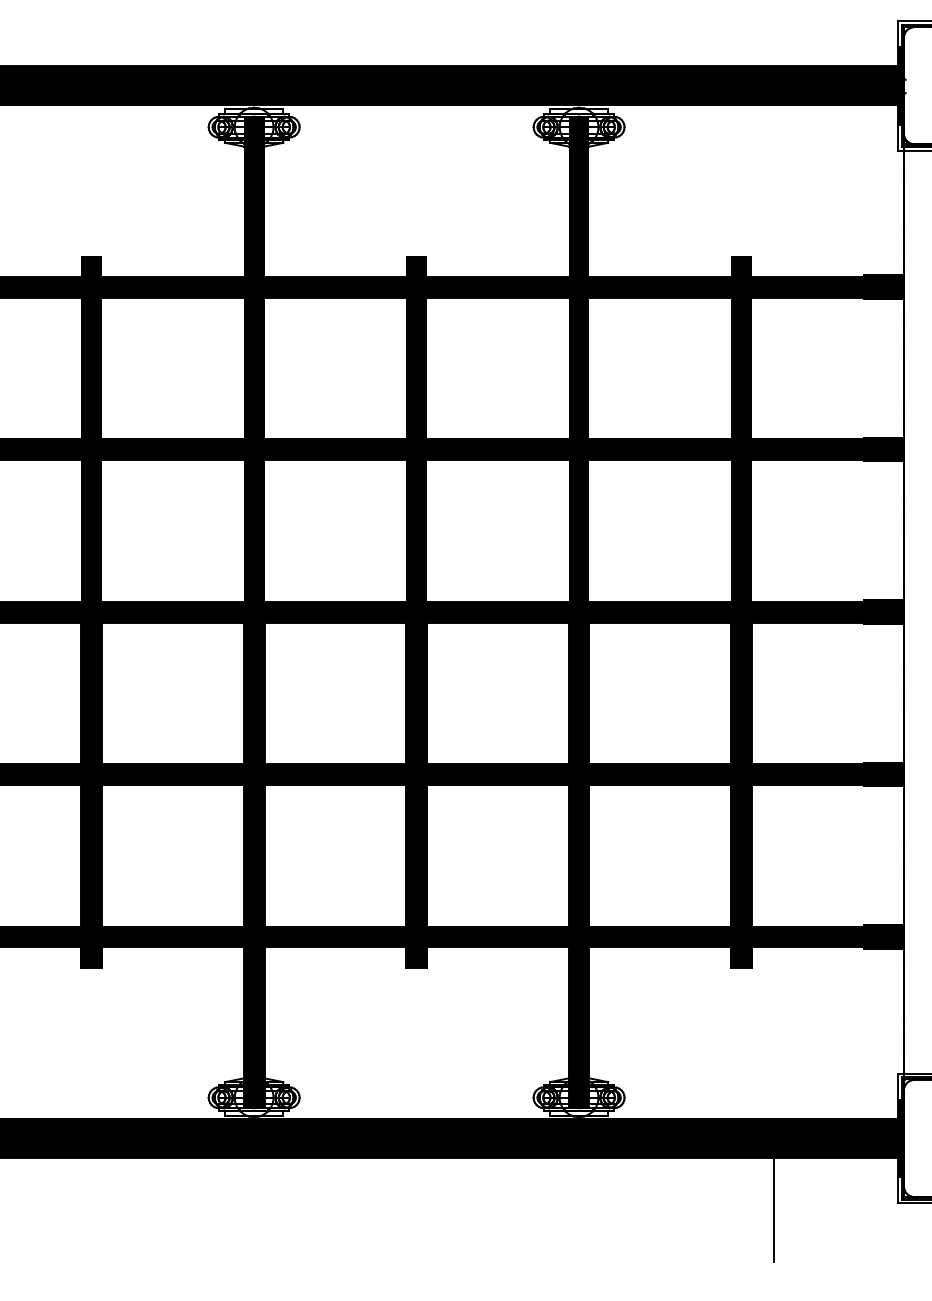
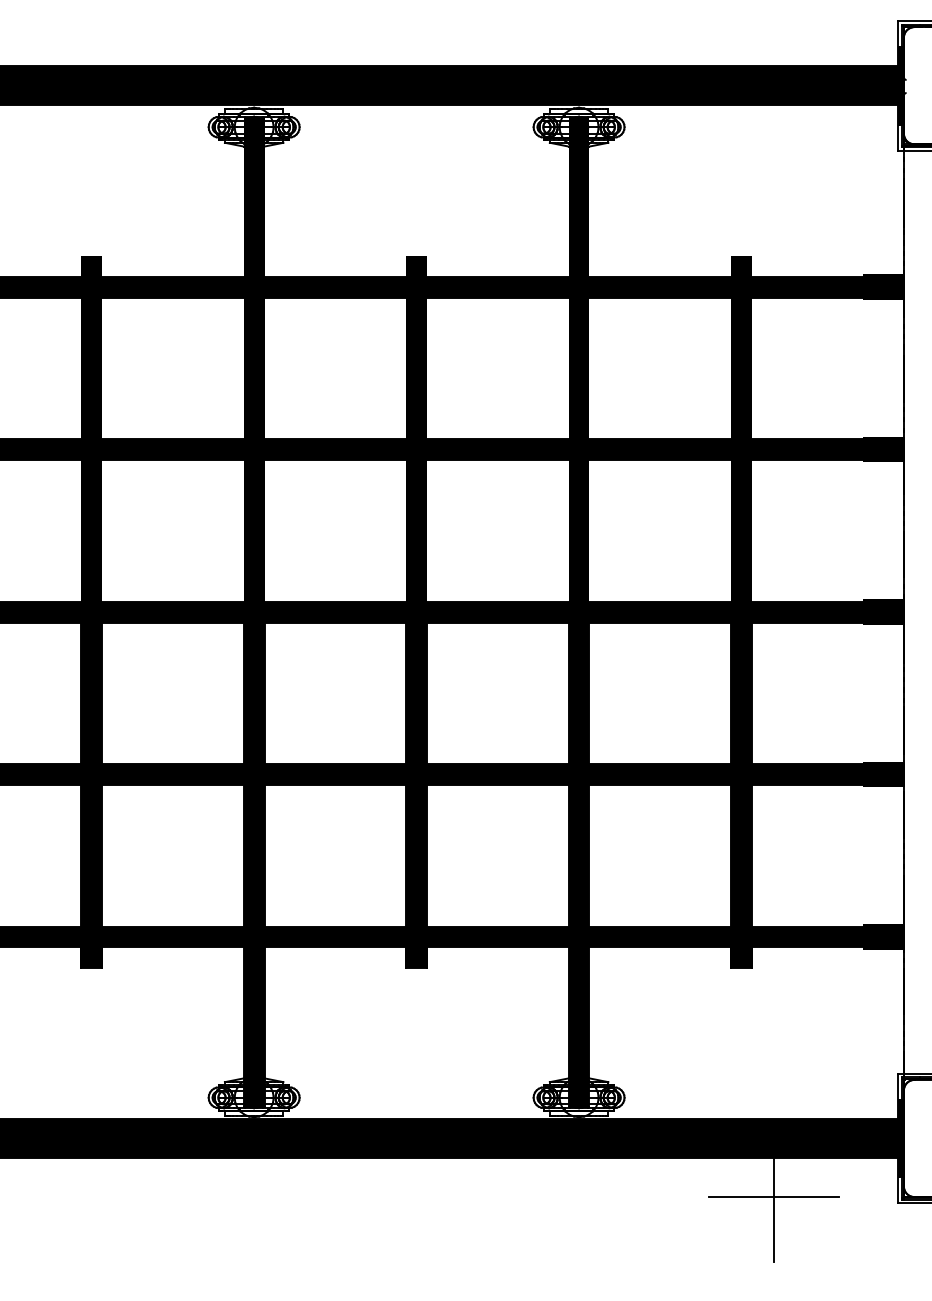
line at (774, 1196): none -> present
